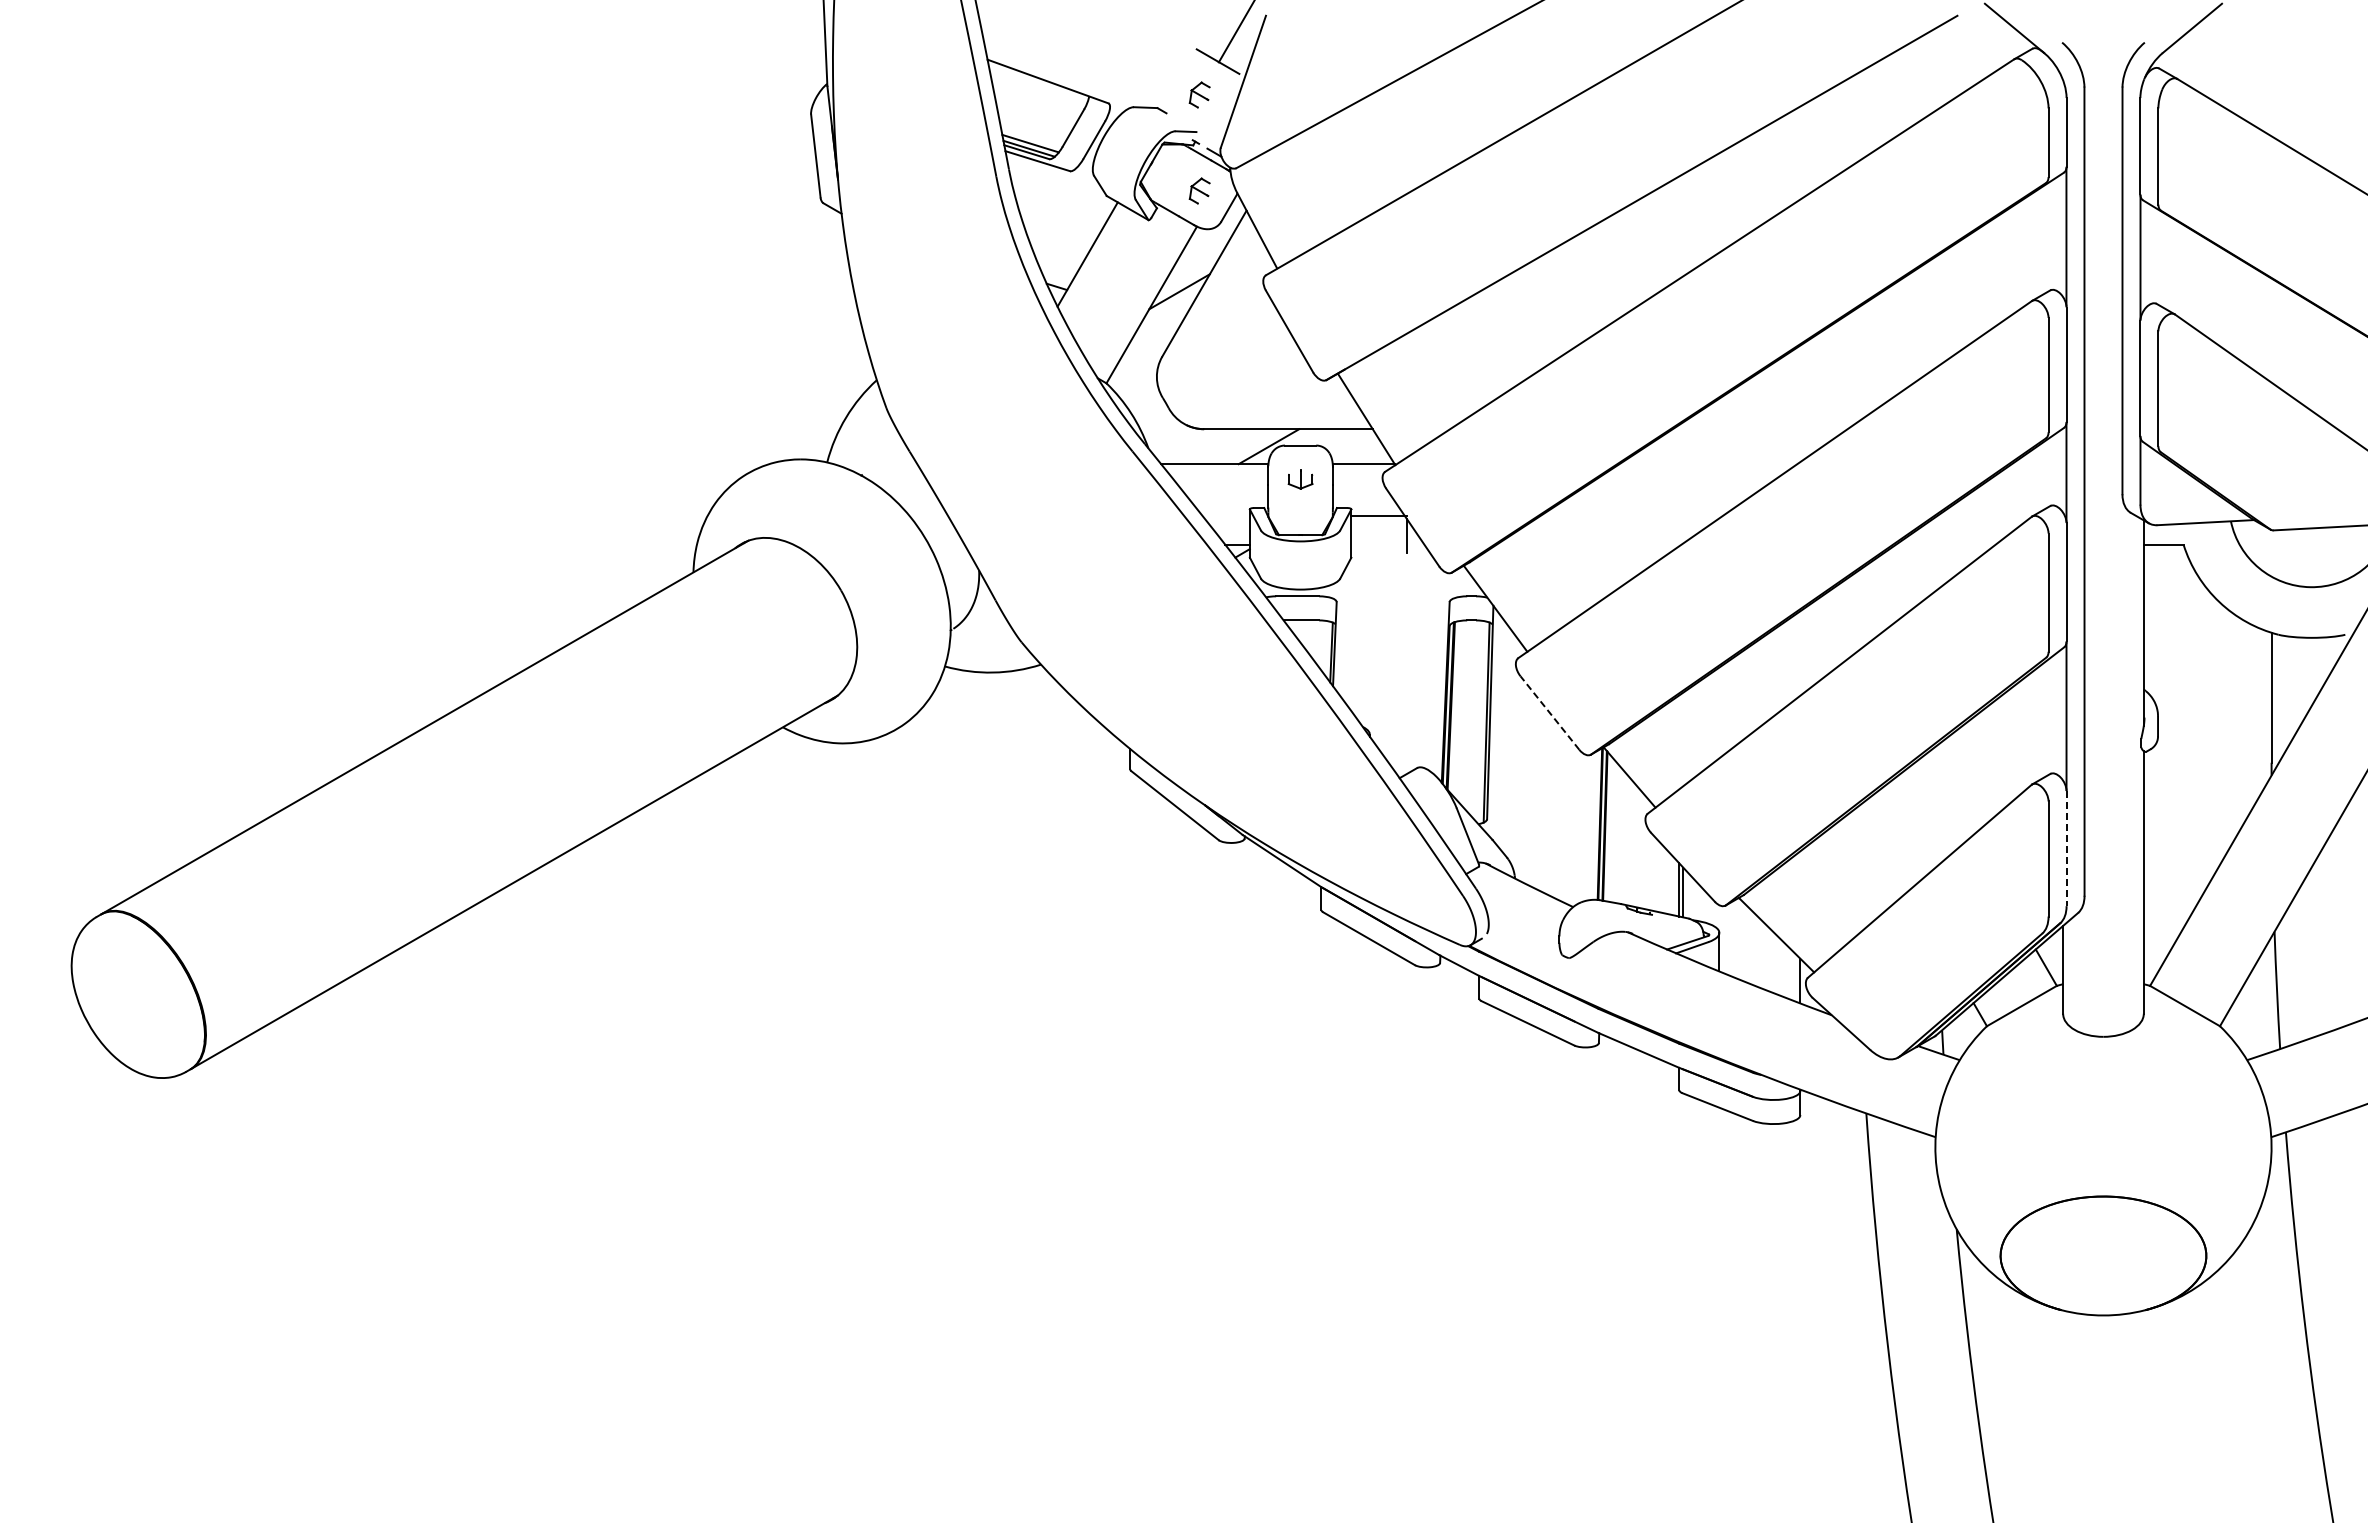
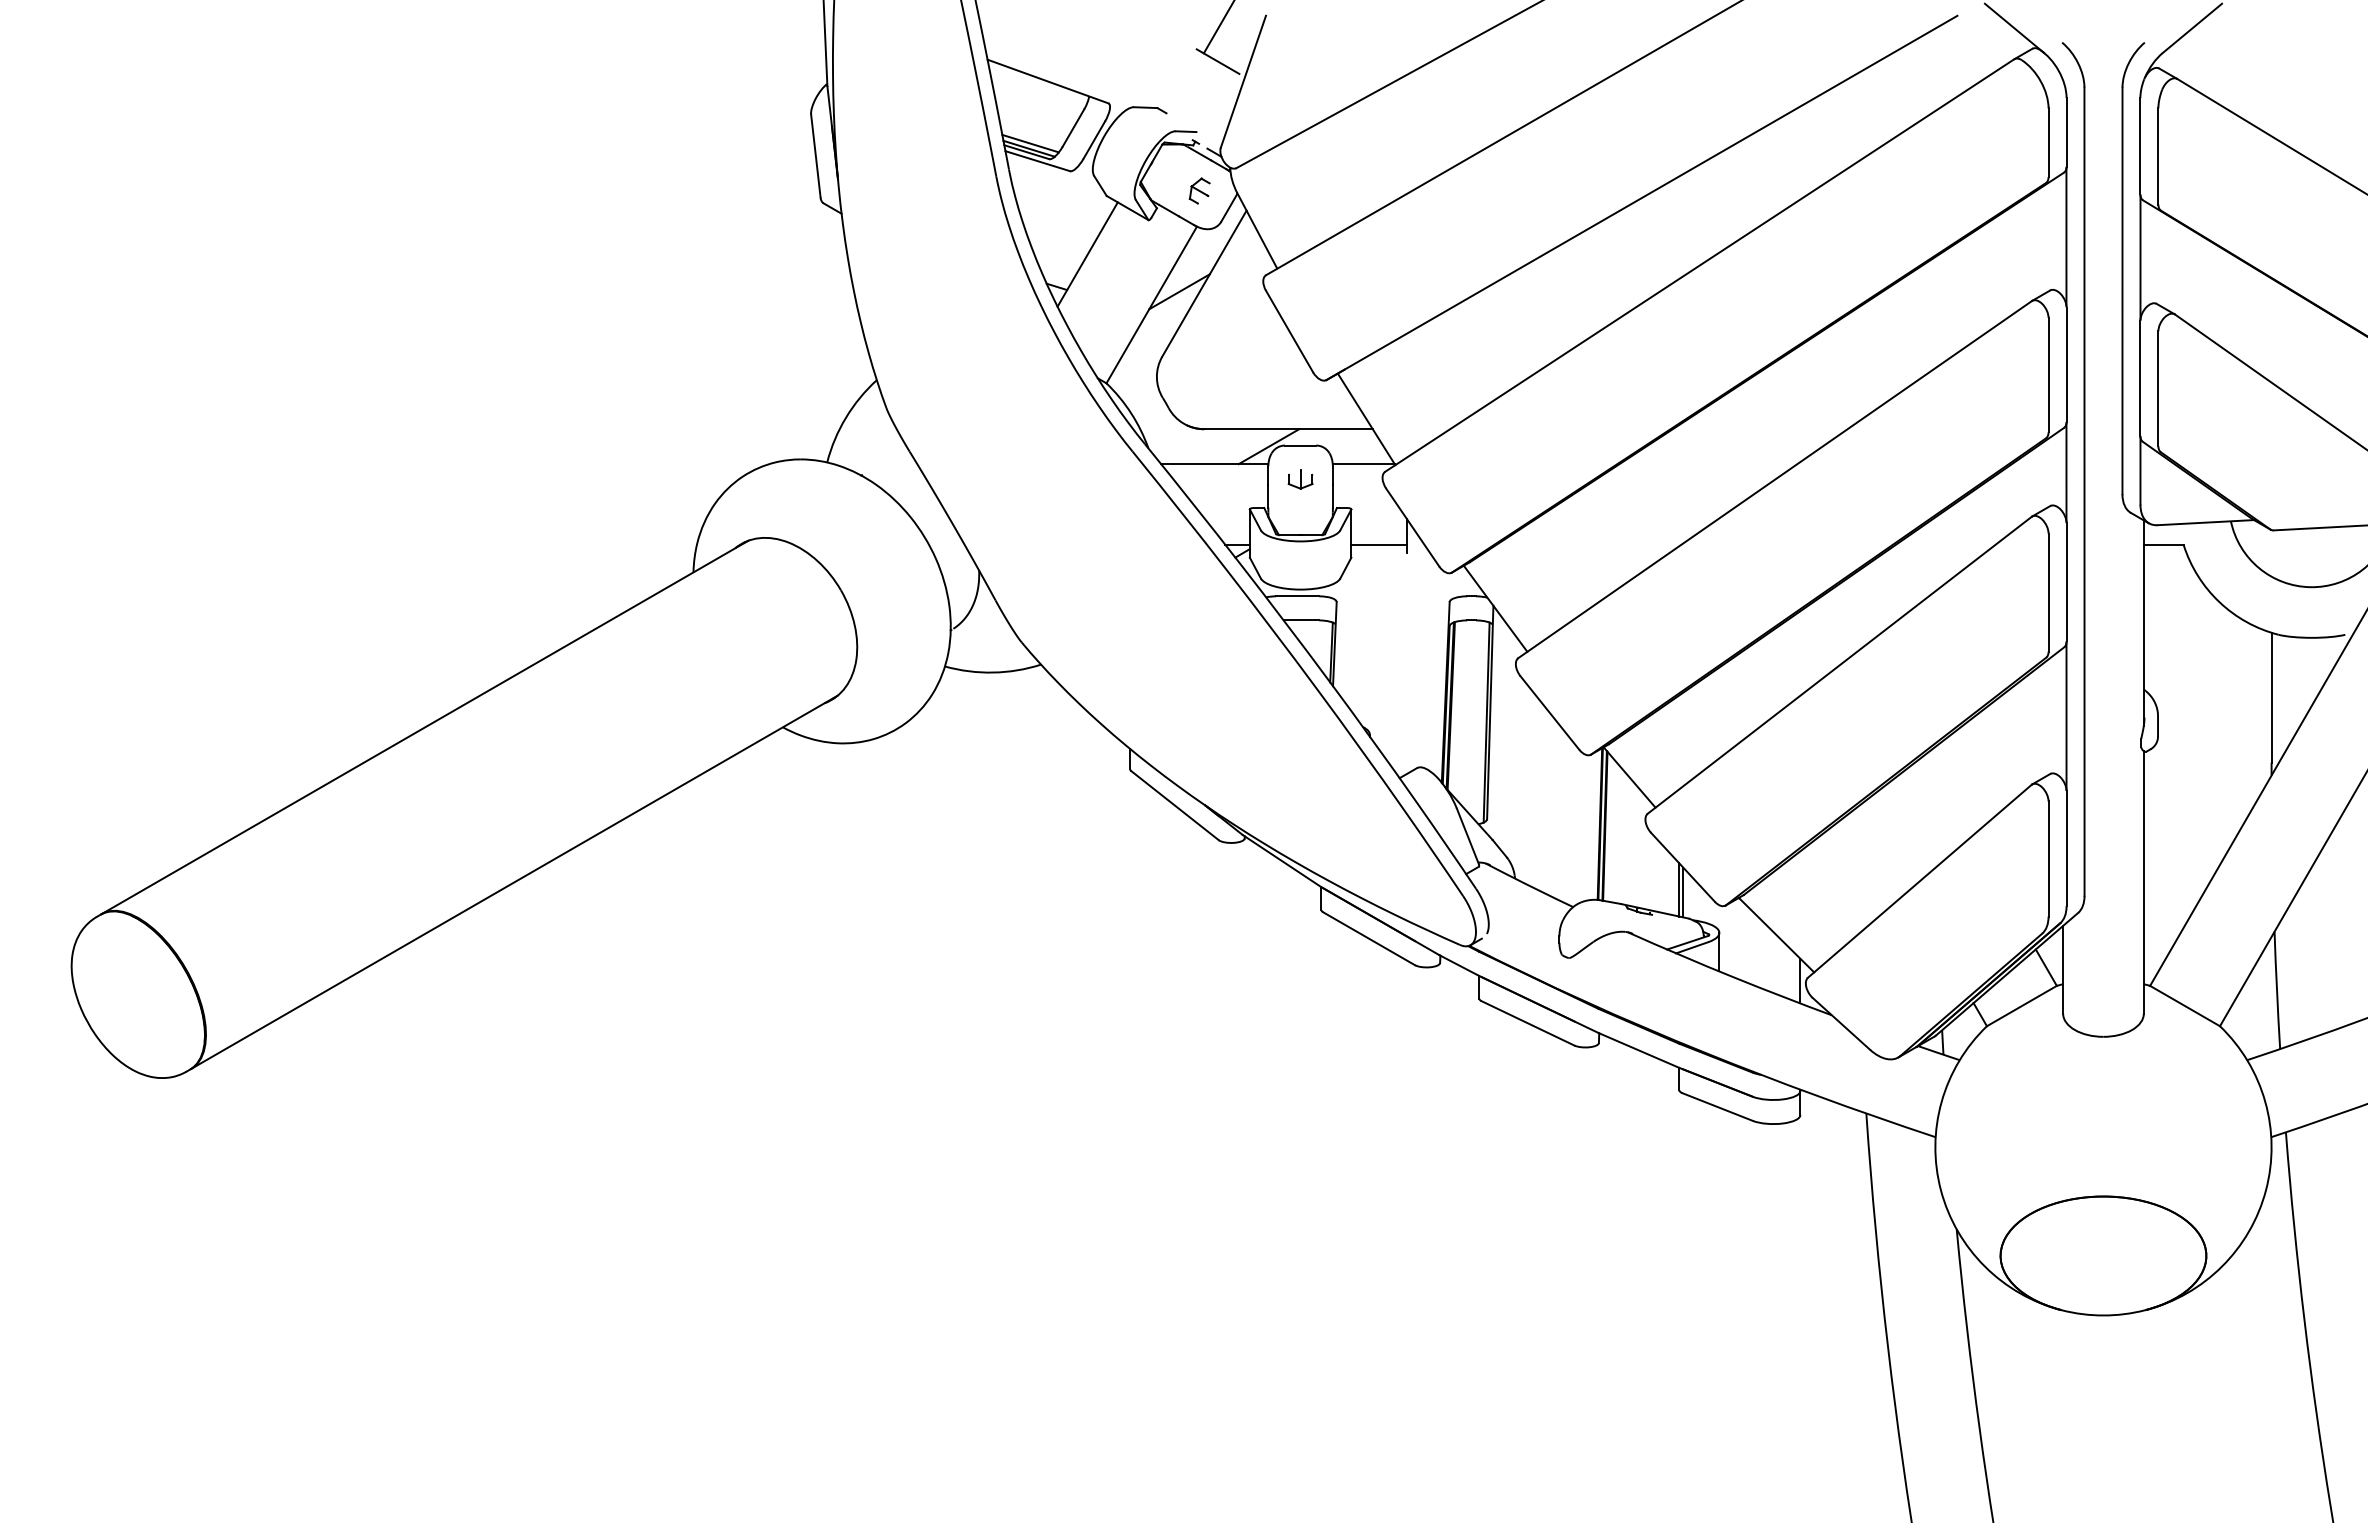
line at (1235, 32) position: (1235, 32) -> (1218, 27)
part at (1199, 94): present -> none
line at (1378, 515) position: (1378, 515) -> (1378, 544)
line at (1549, 712): dashed -> solid
line at (2066, 848): dashed -> solid
